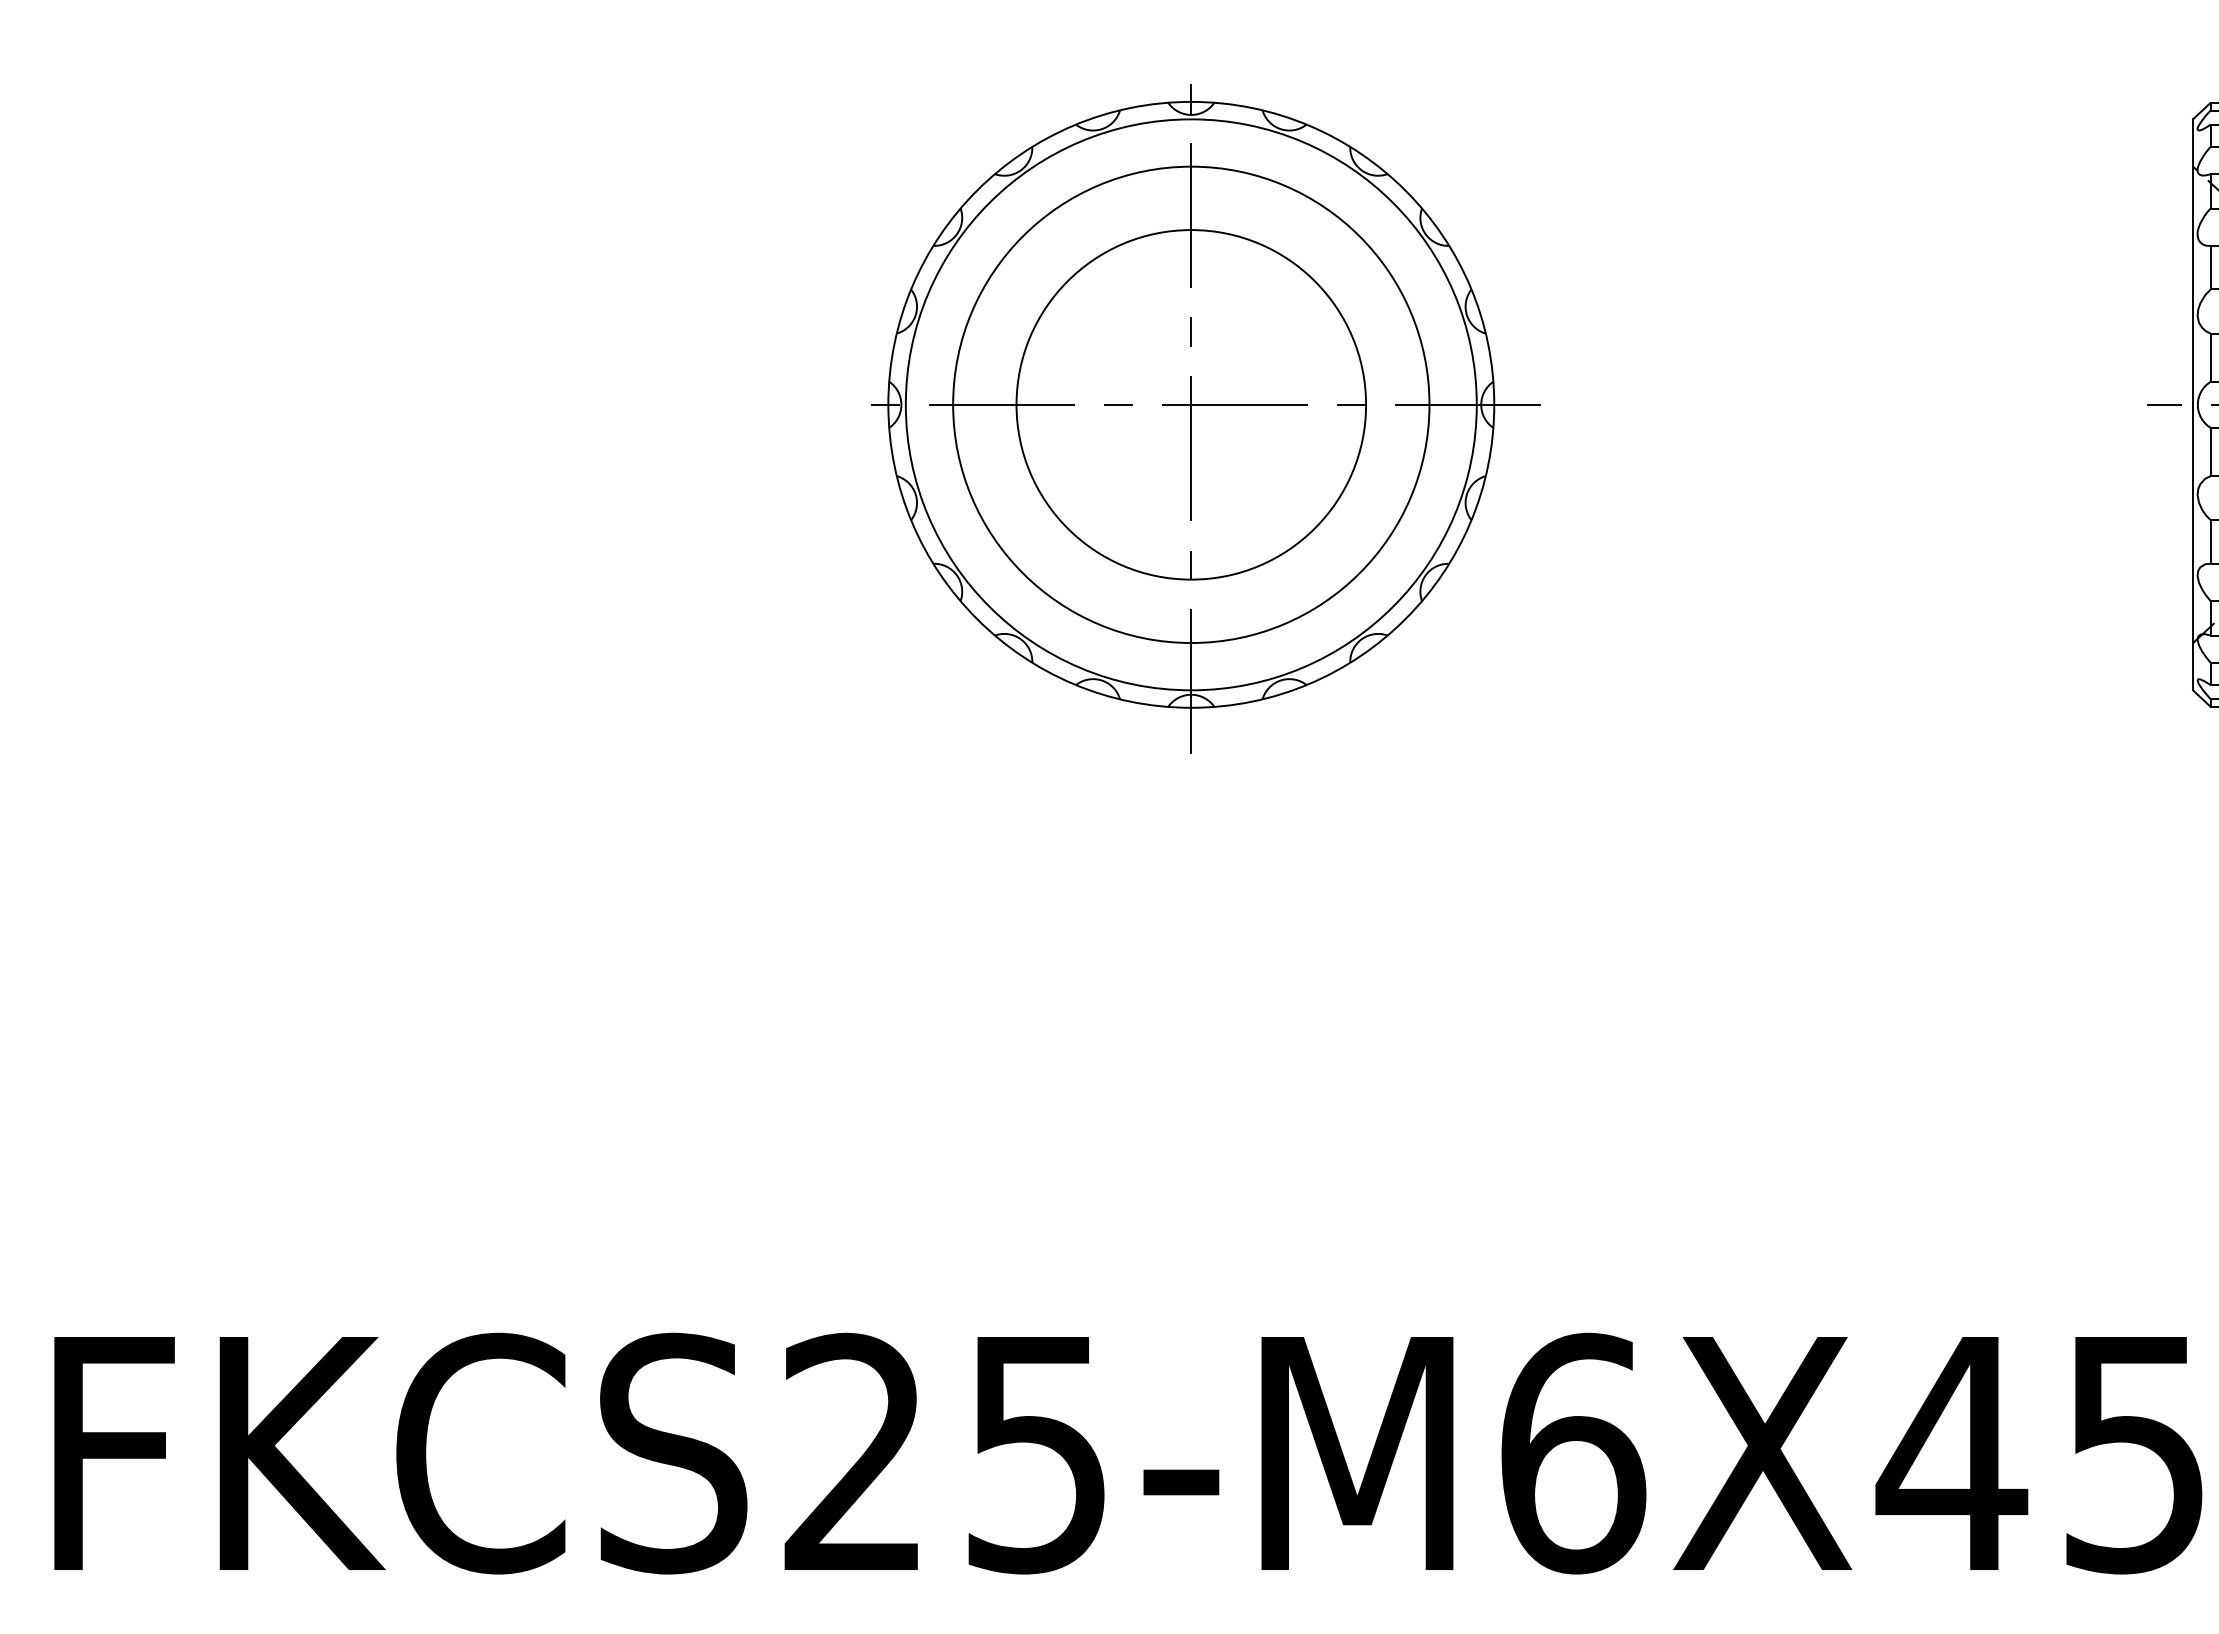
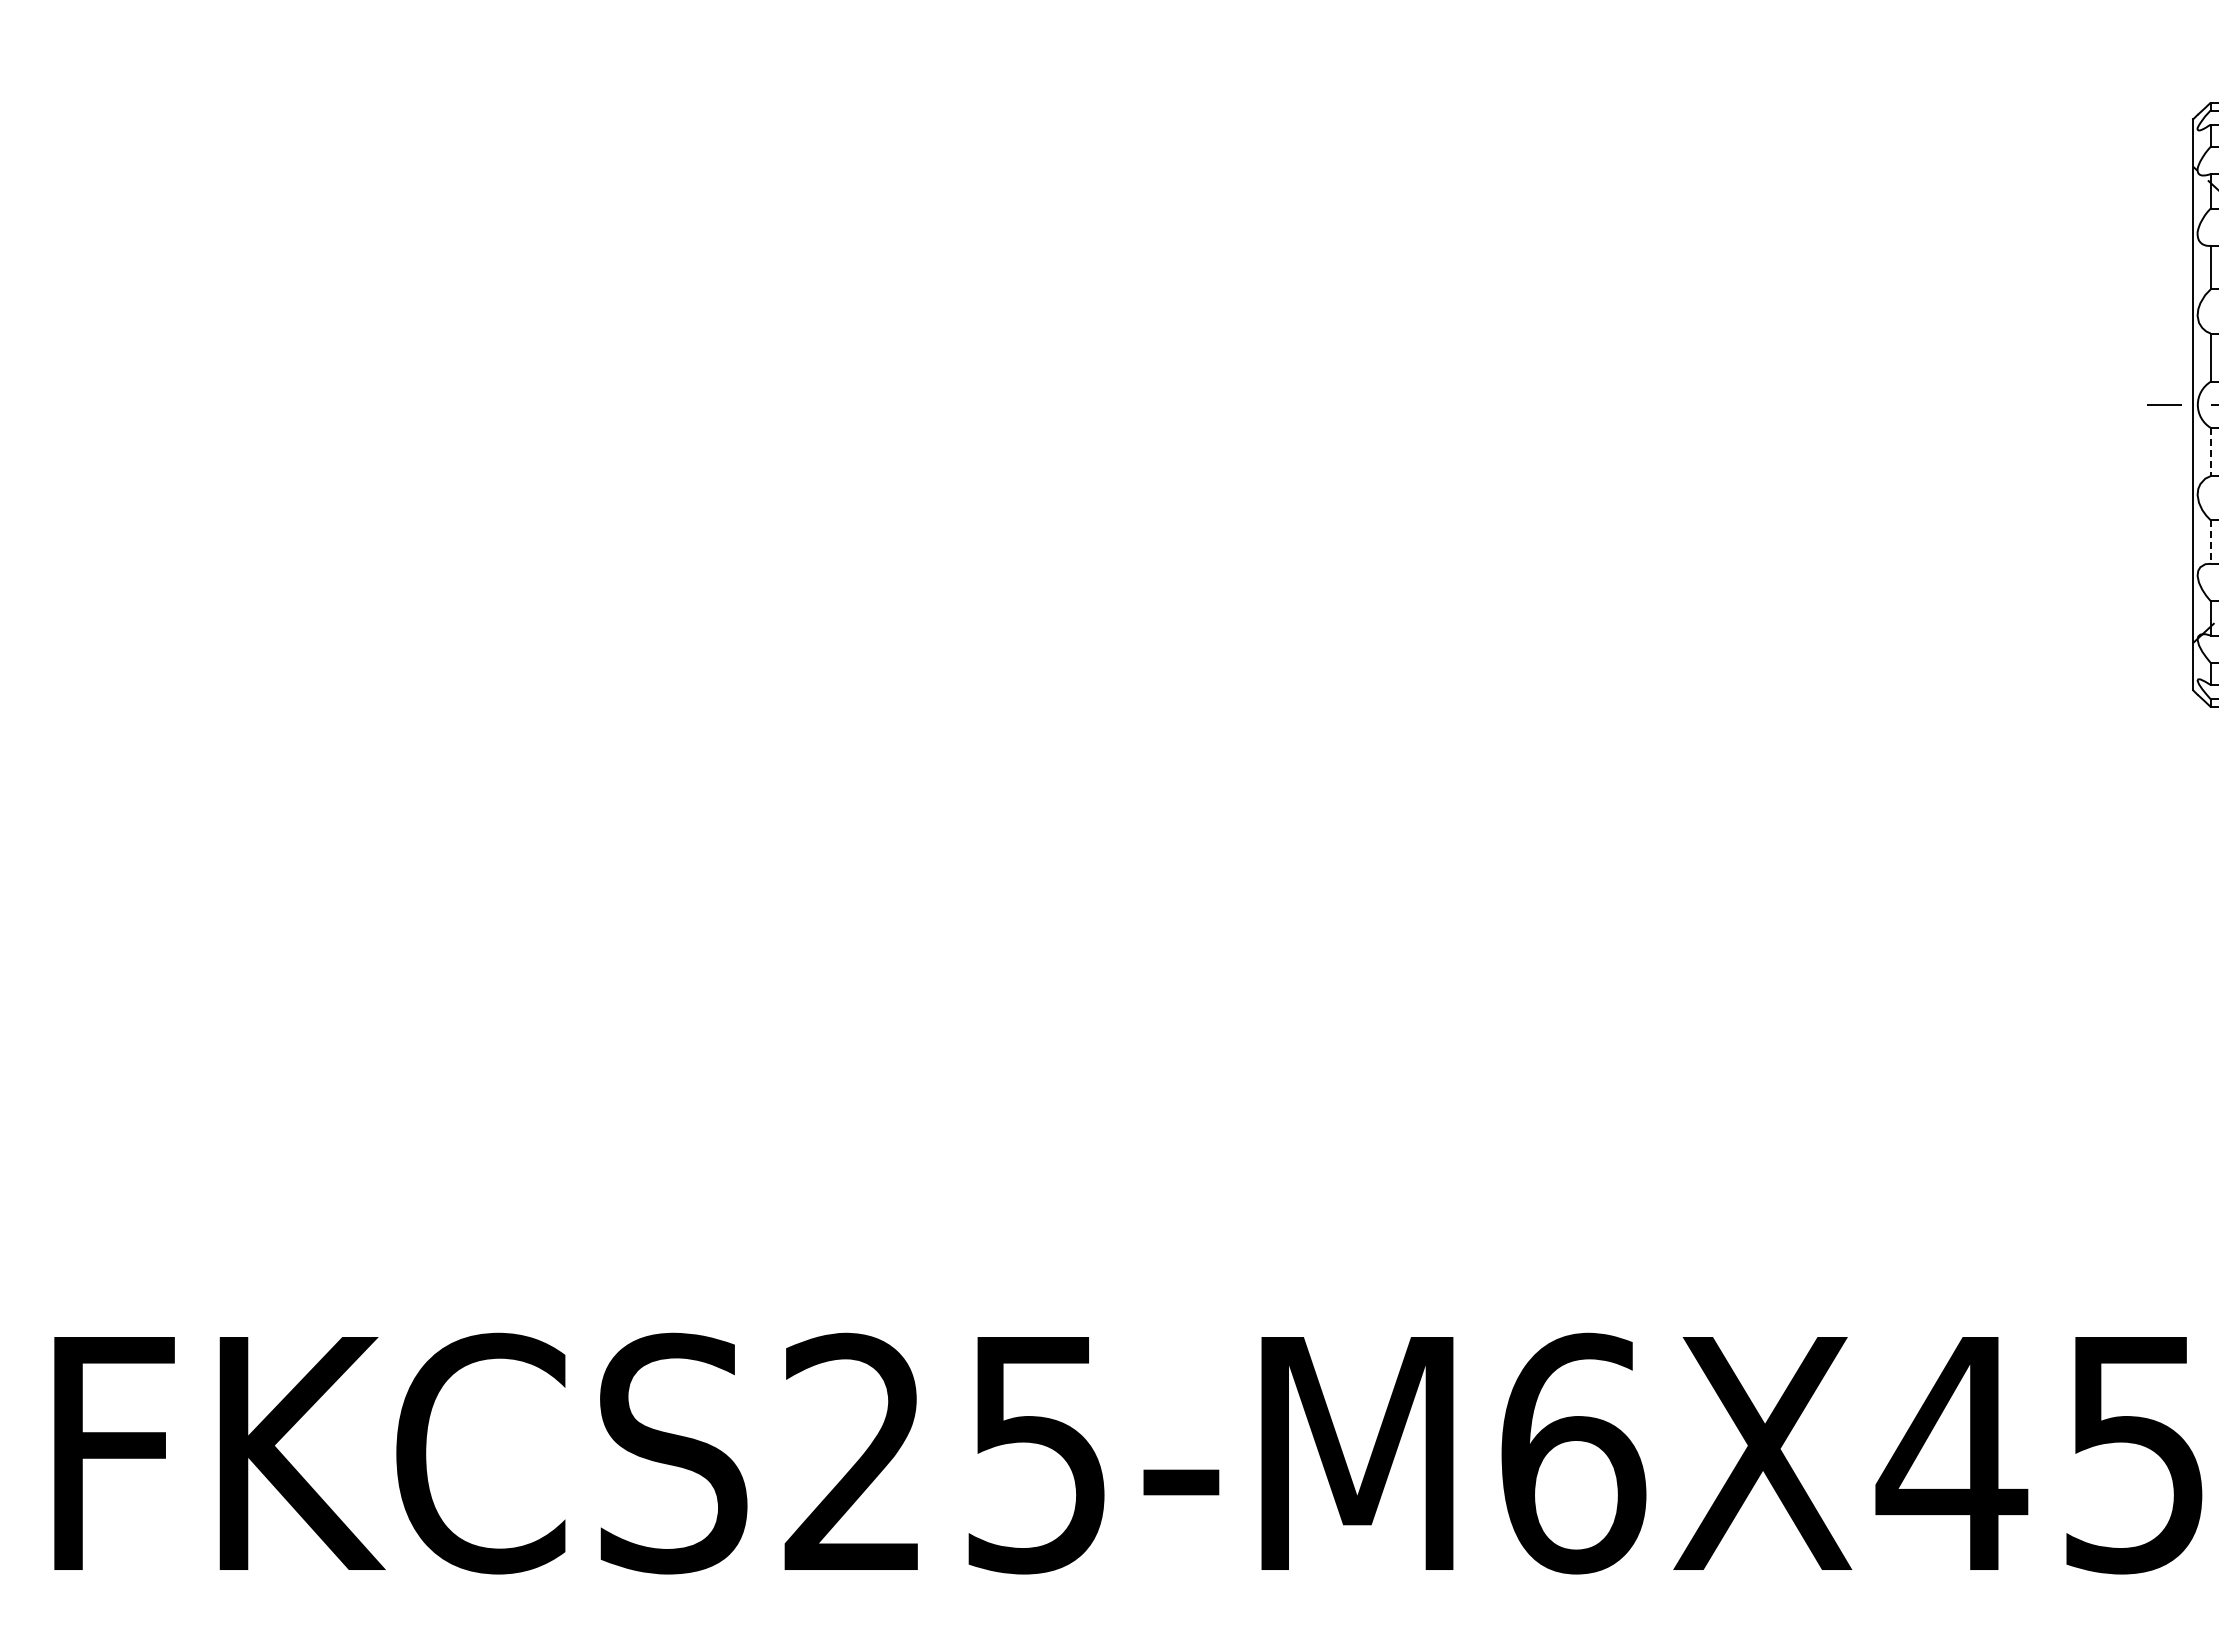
part at (1205, 418): present -> none
line at (2210, 452): solid -> dashed
line at (2210, 542): solid -> dashed
